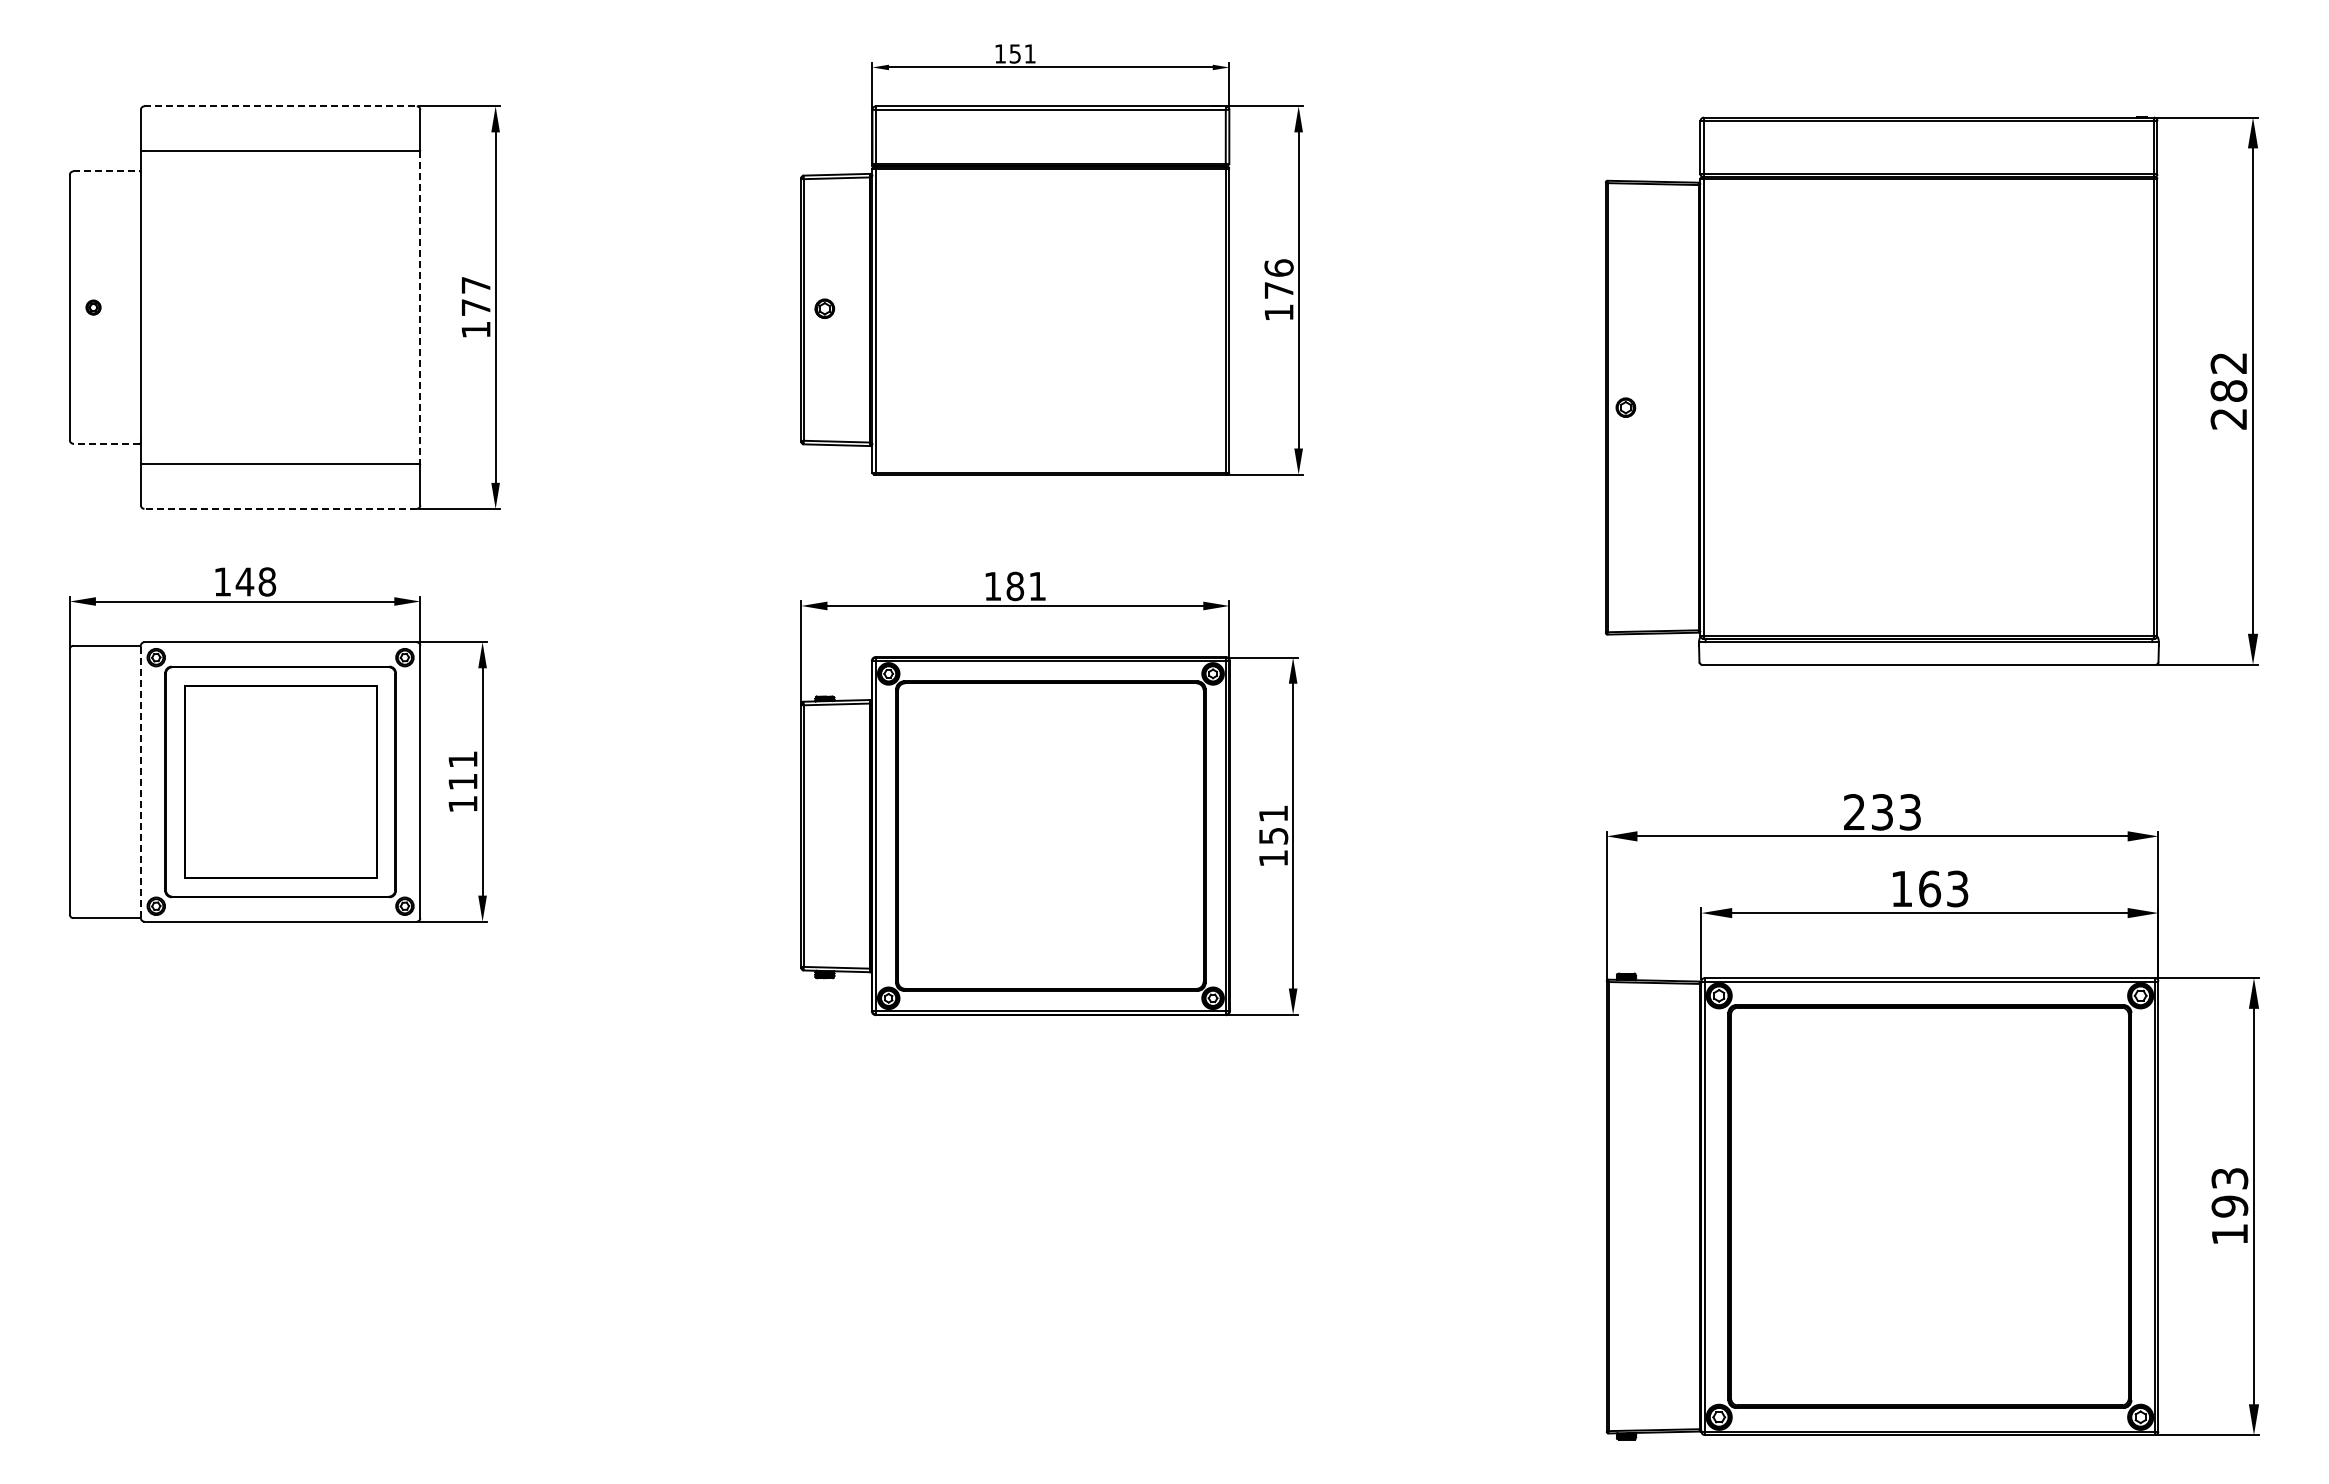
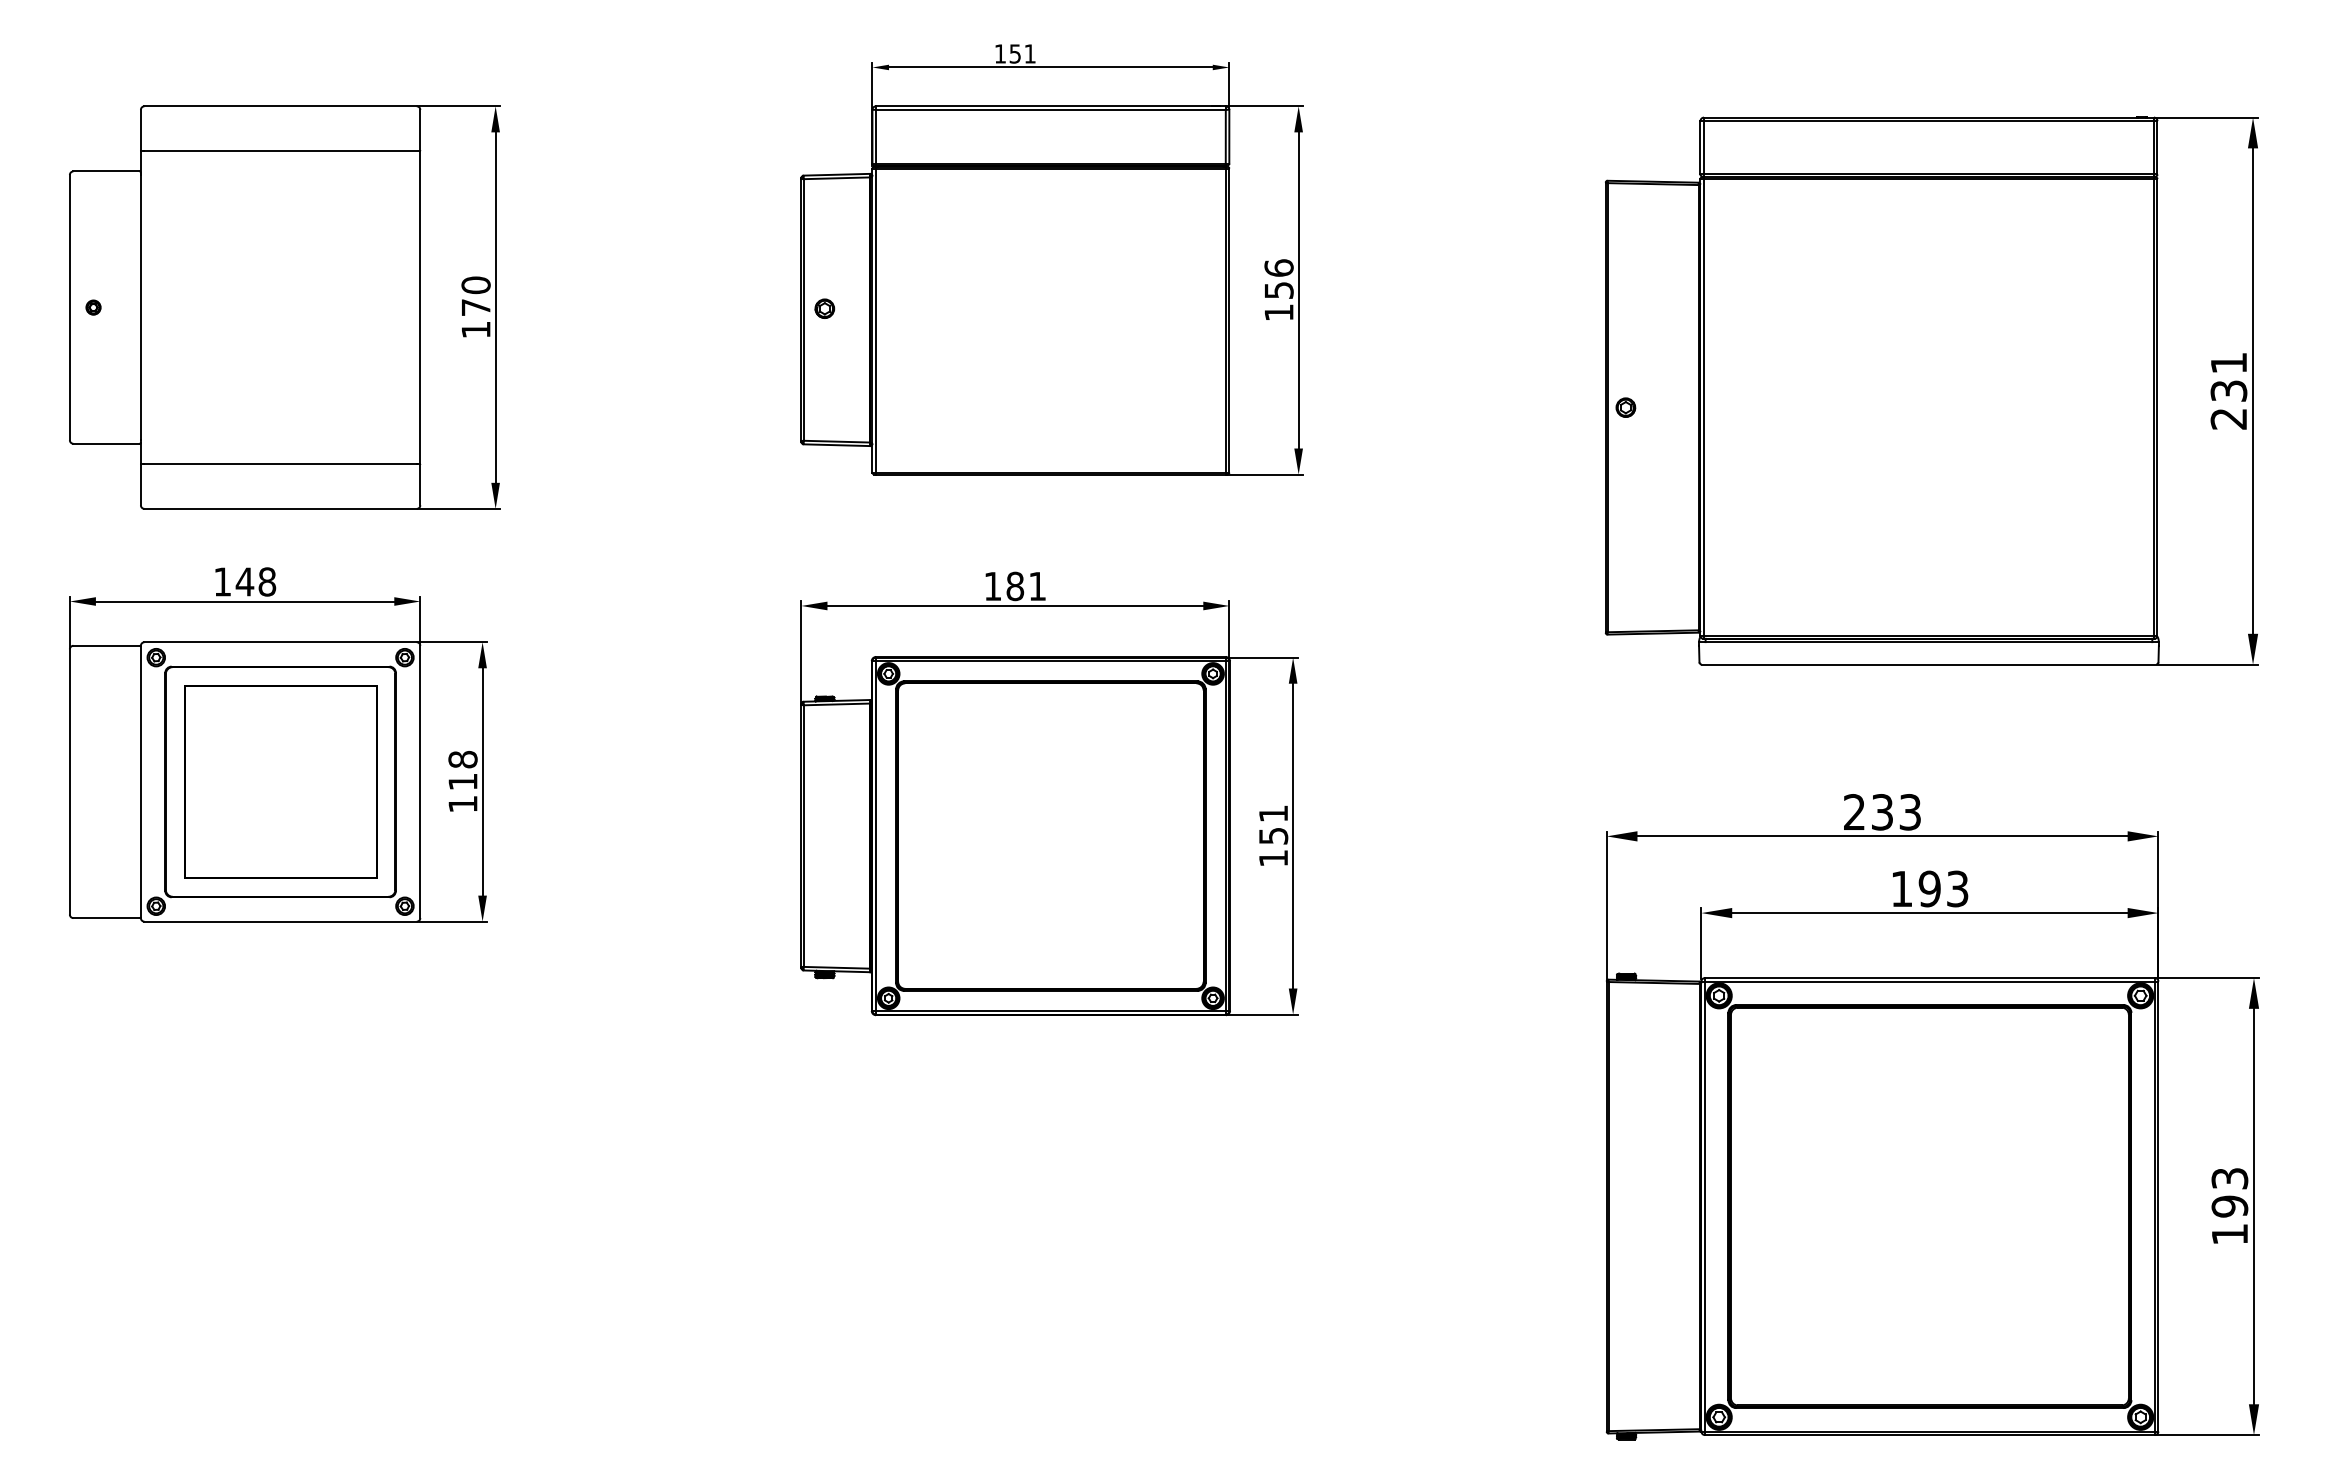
line at (281, 106): dashed -> solid
line at (107, 171): dashed -> solid
text at (475, 285): 177 -> 170
text at (1279, 290): 176 -> 156
line at (420, 308): dashed -> solid
text at (2228, 377): 282 -> 231
line at (106, 443): dashed -> solid
line at (280, 508): dashed -> solid
text at (462, 759): 111 -> 118
line at (140, 781): dashed -> solid
text at (1929, 888): 163 -> 193
